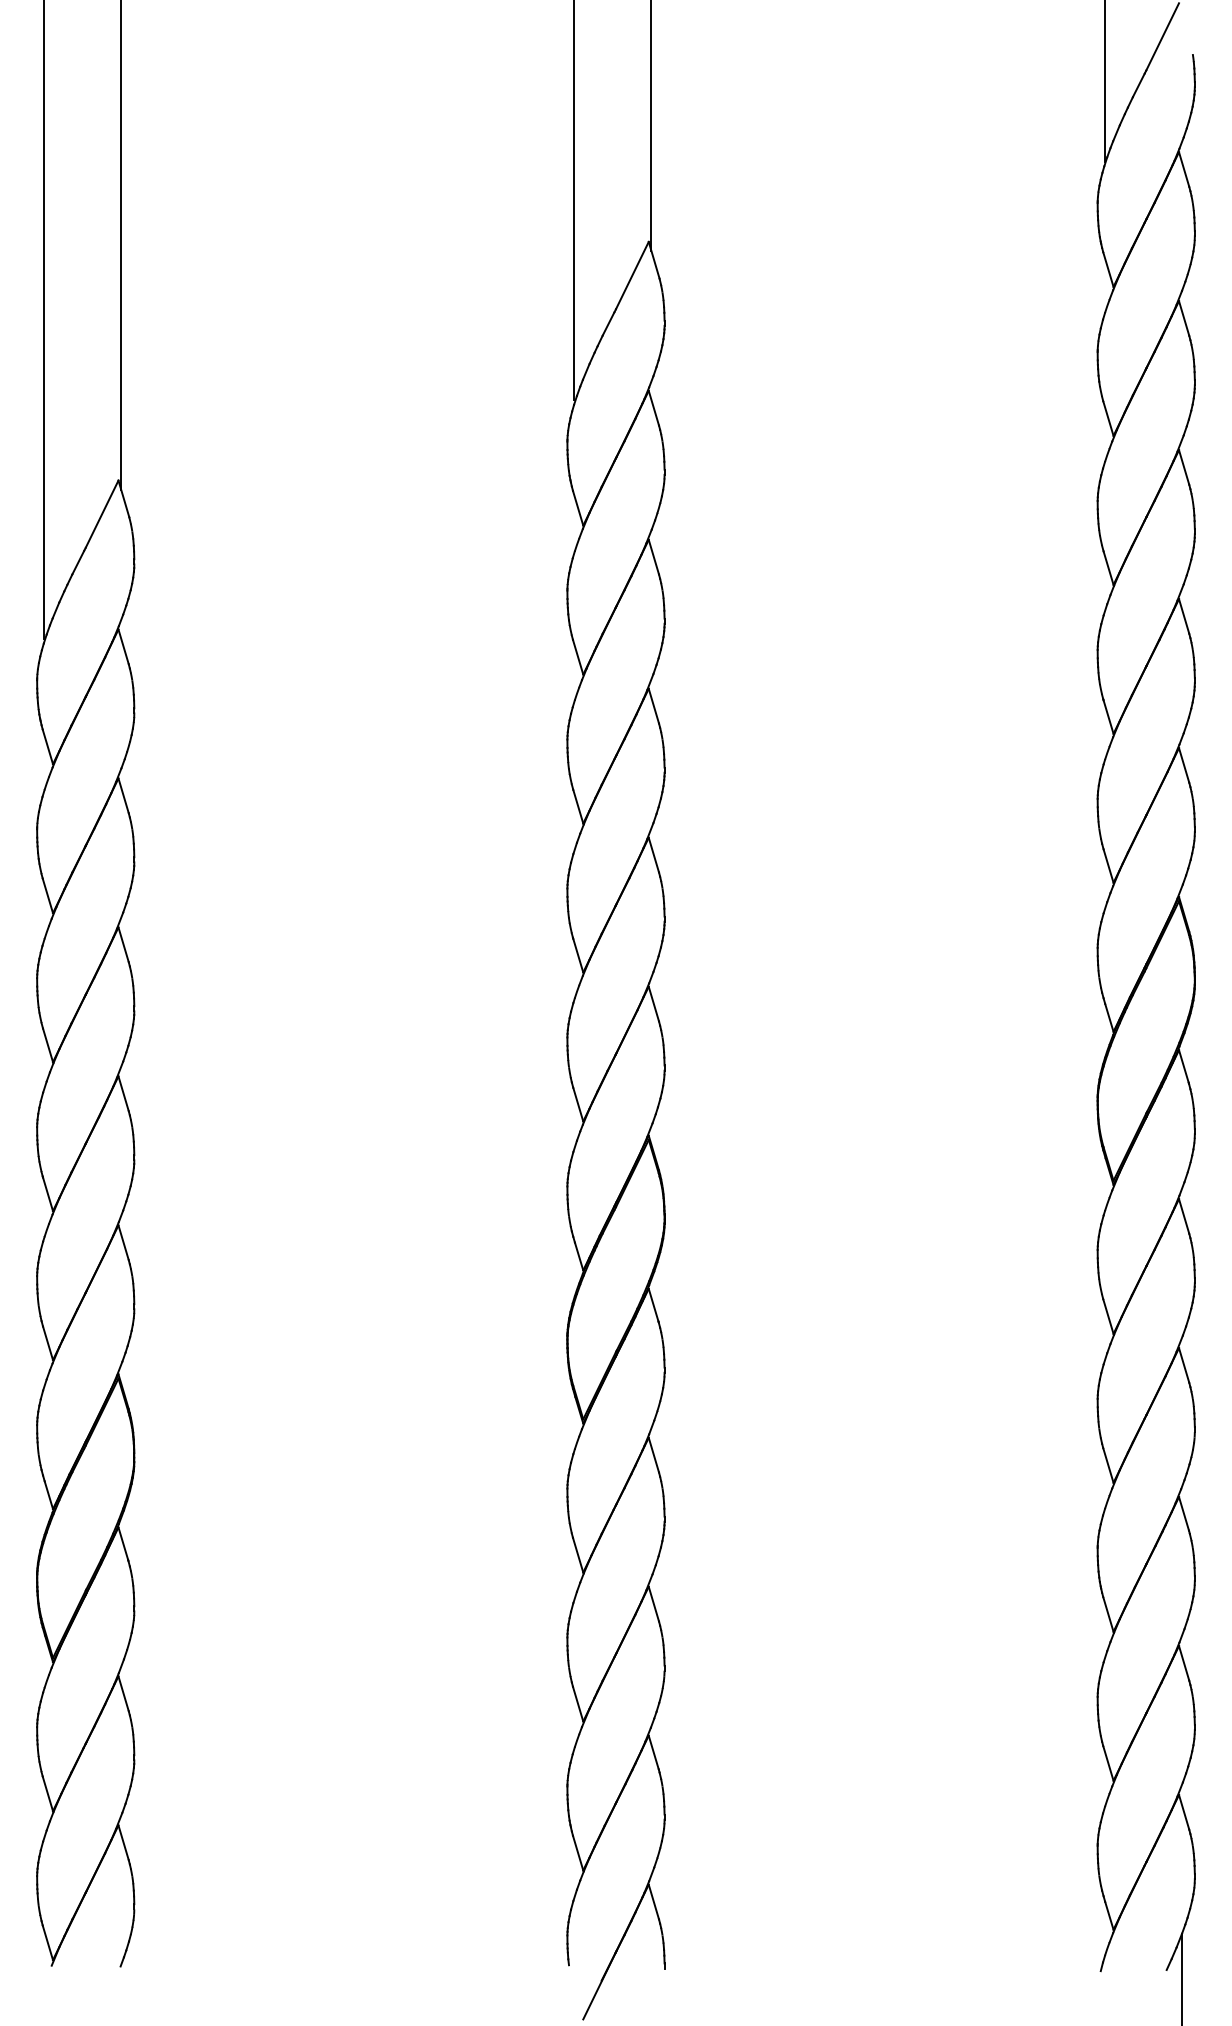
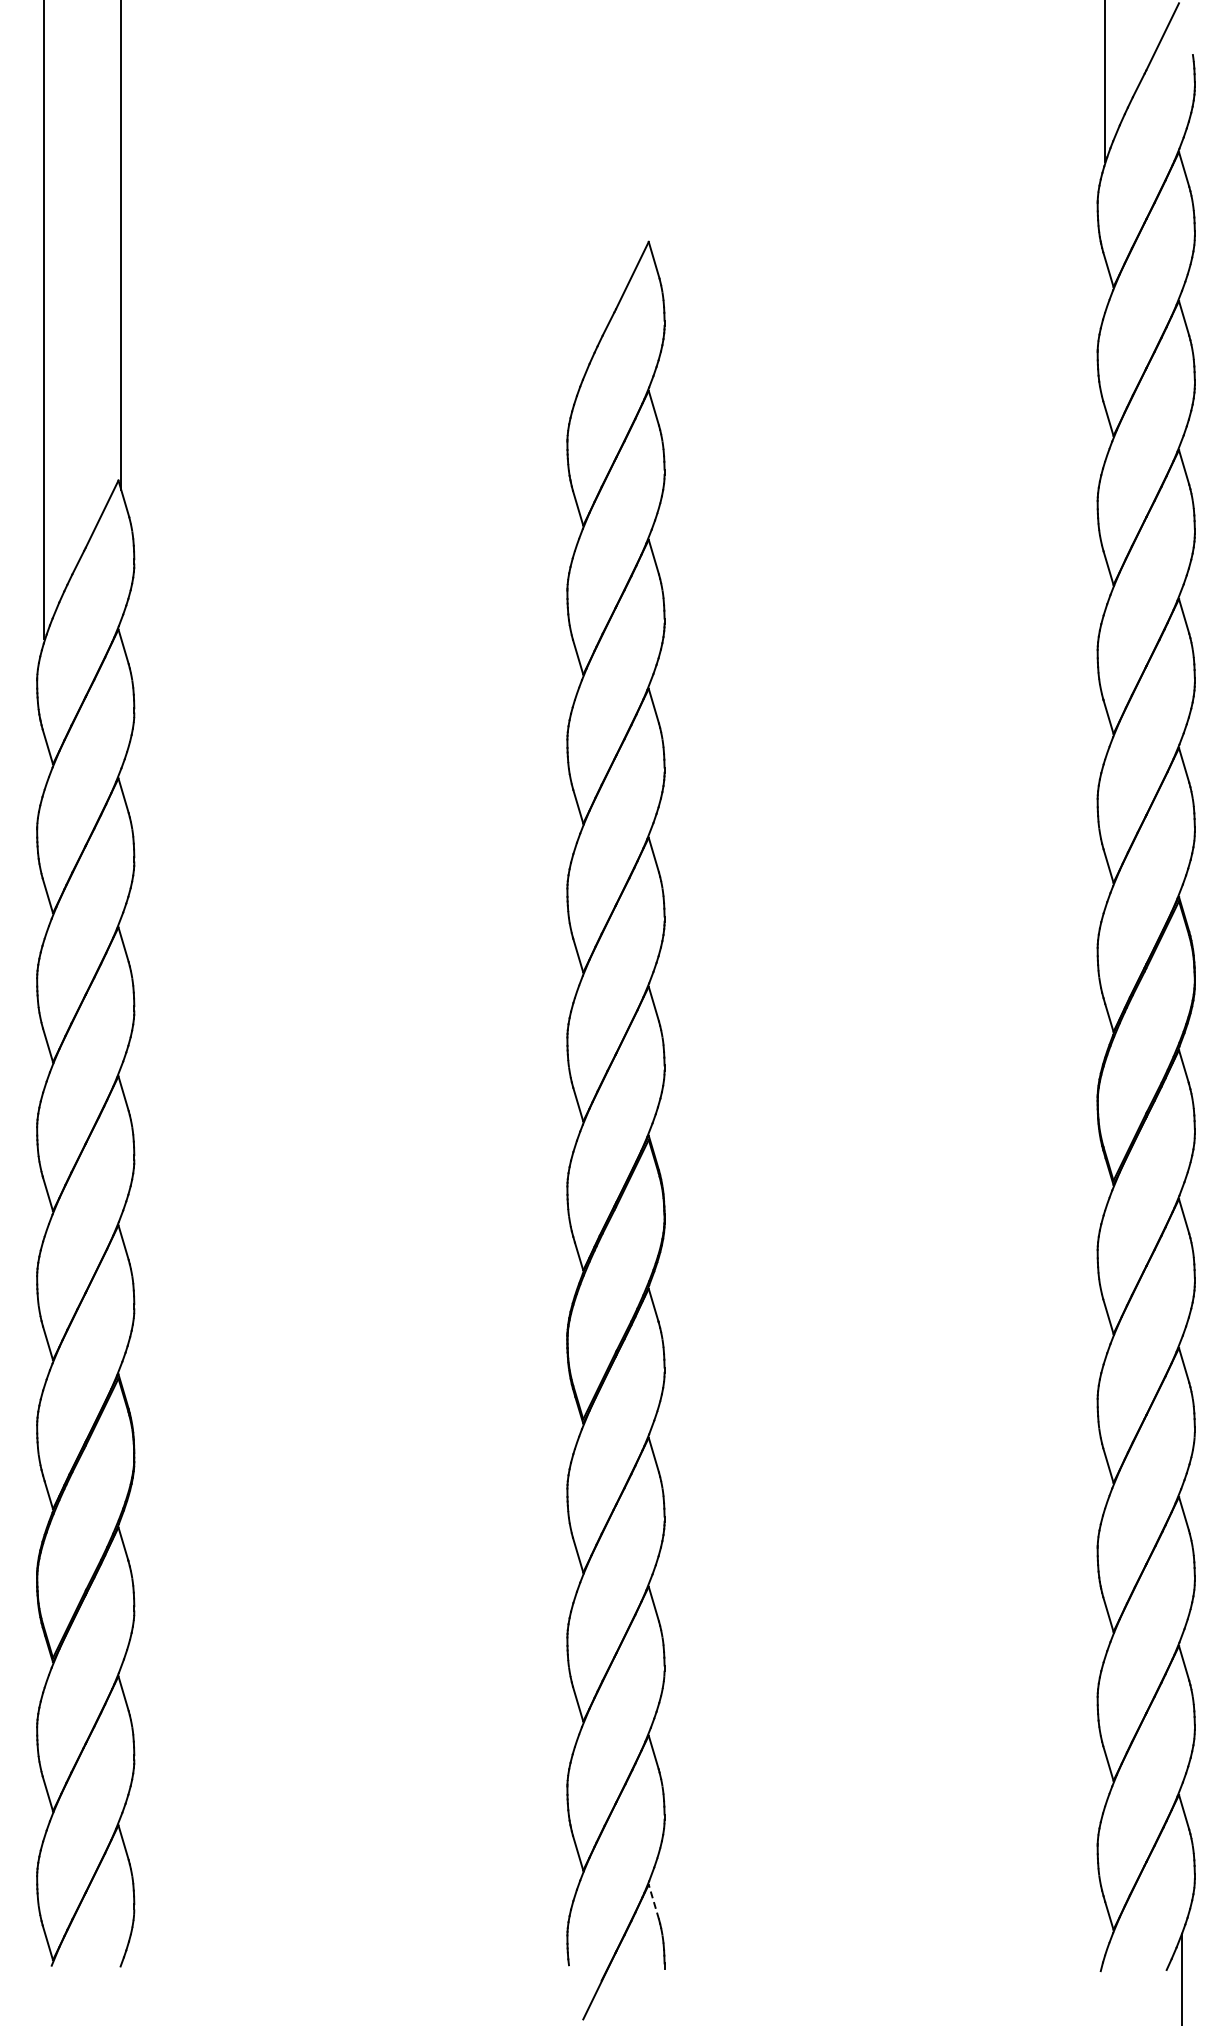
line at (651, 126): present -> none
line at (574, 201): present -> none
line at (653, 1901): solid -> dashed
